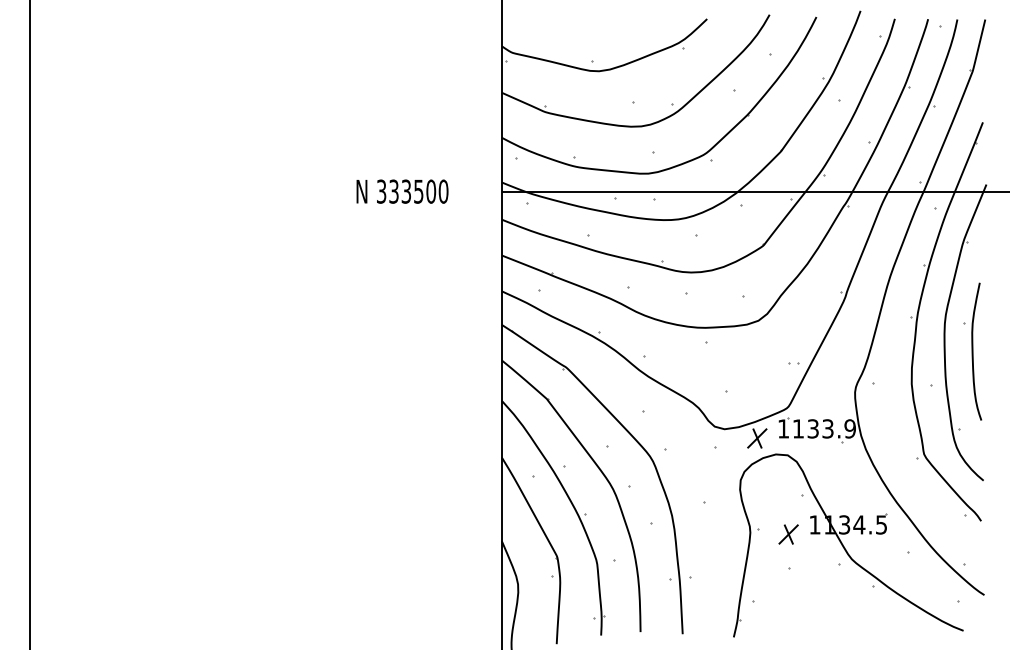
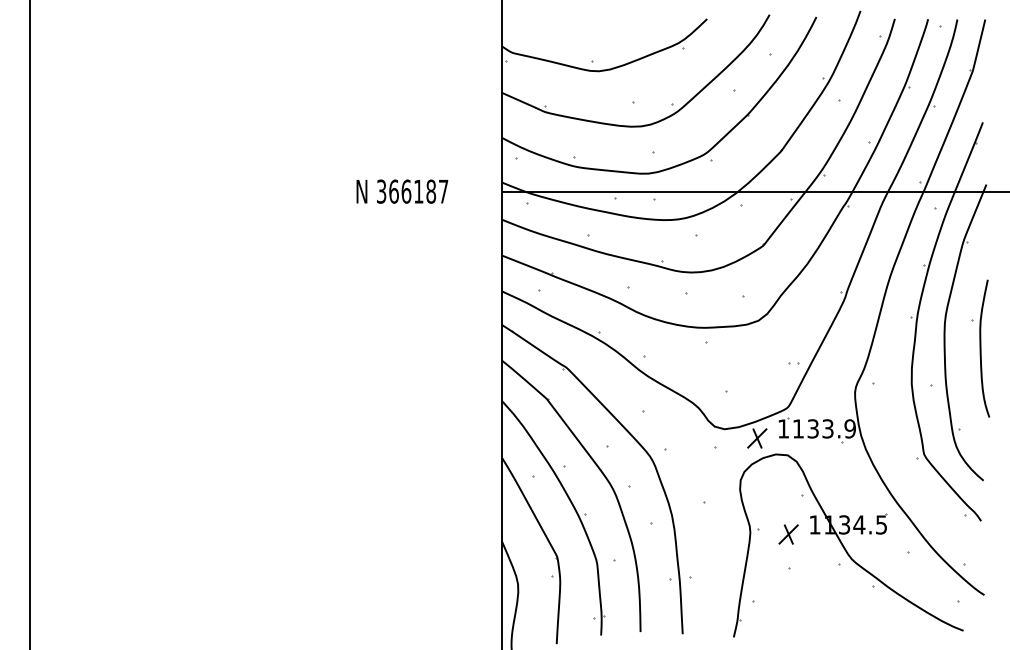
text at (418, 191): 333500 -> 366187
part at (972, 351) position: (972, 351) -> (980, 348)
